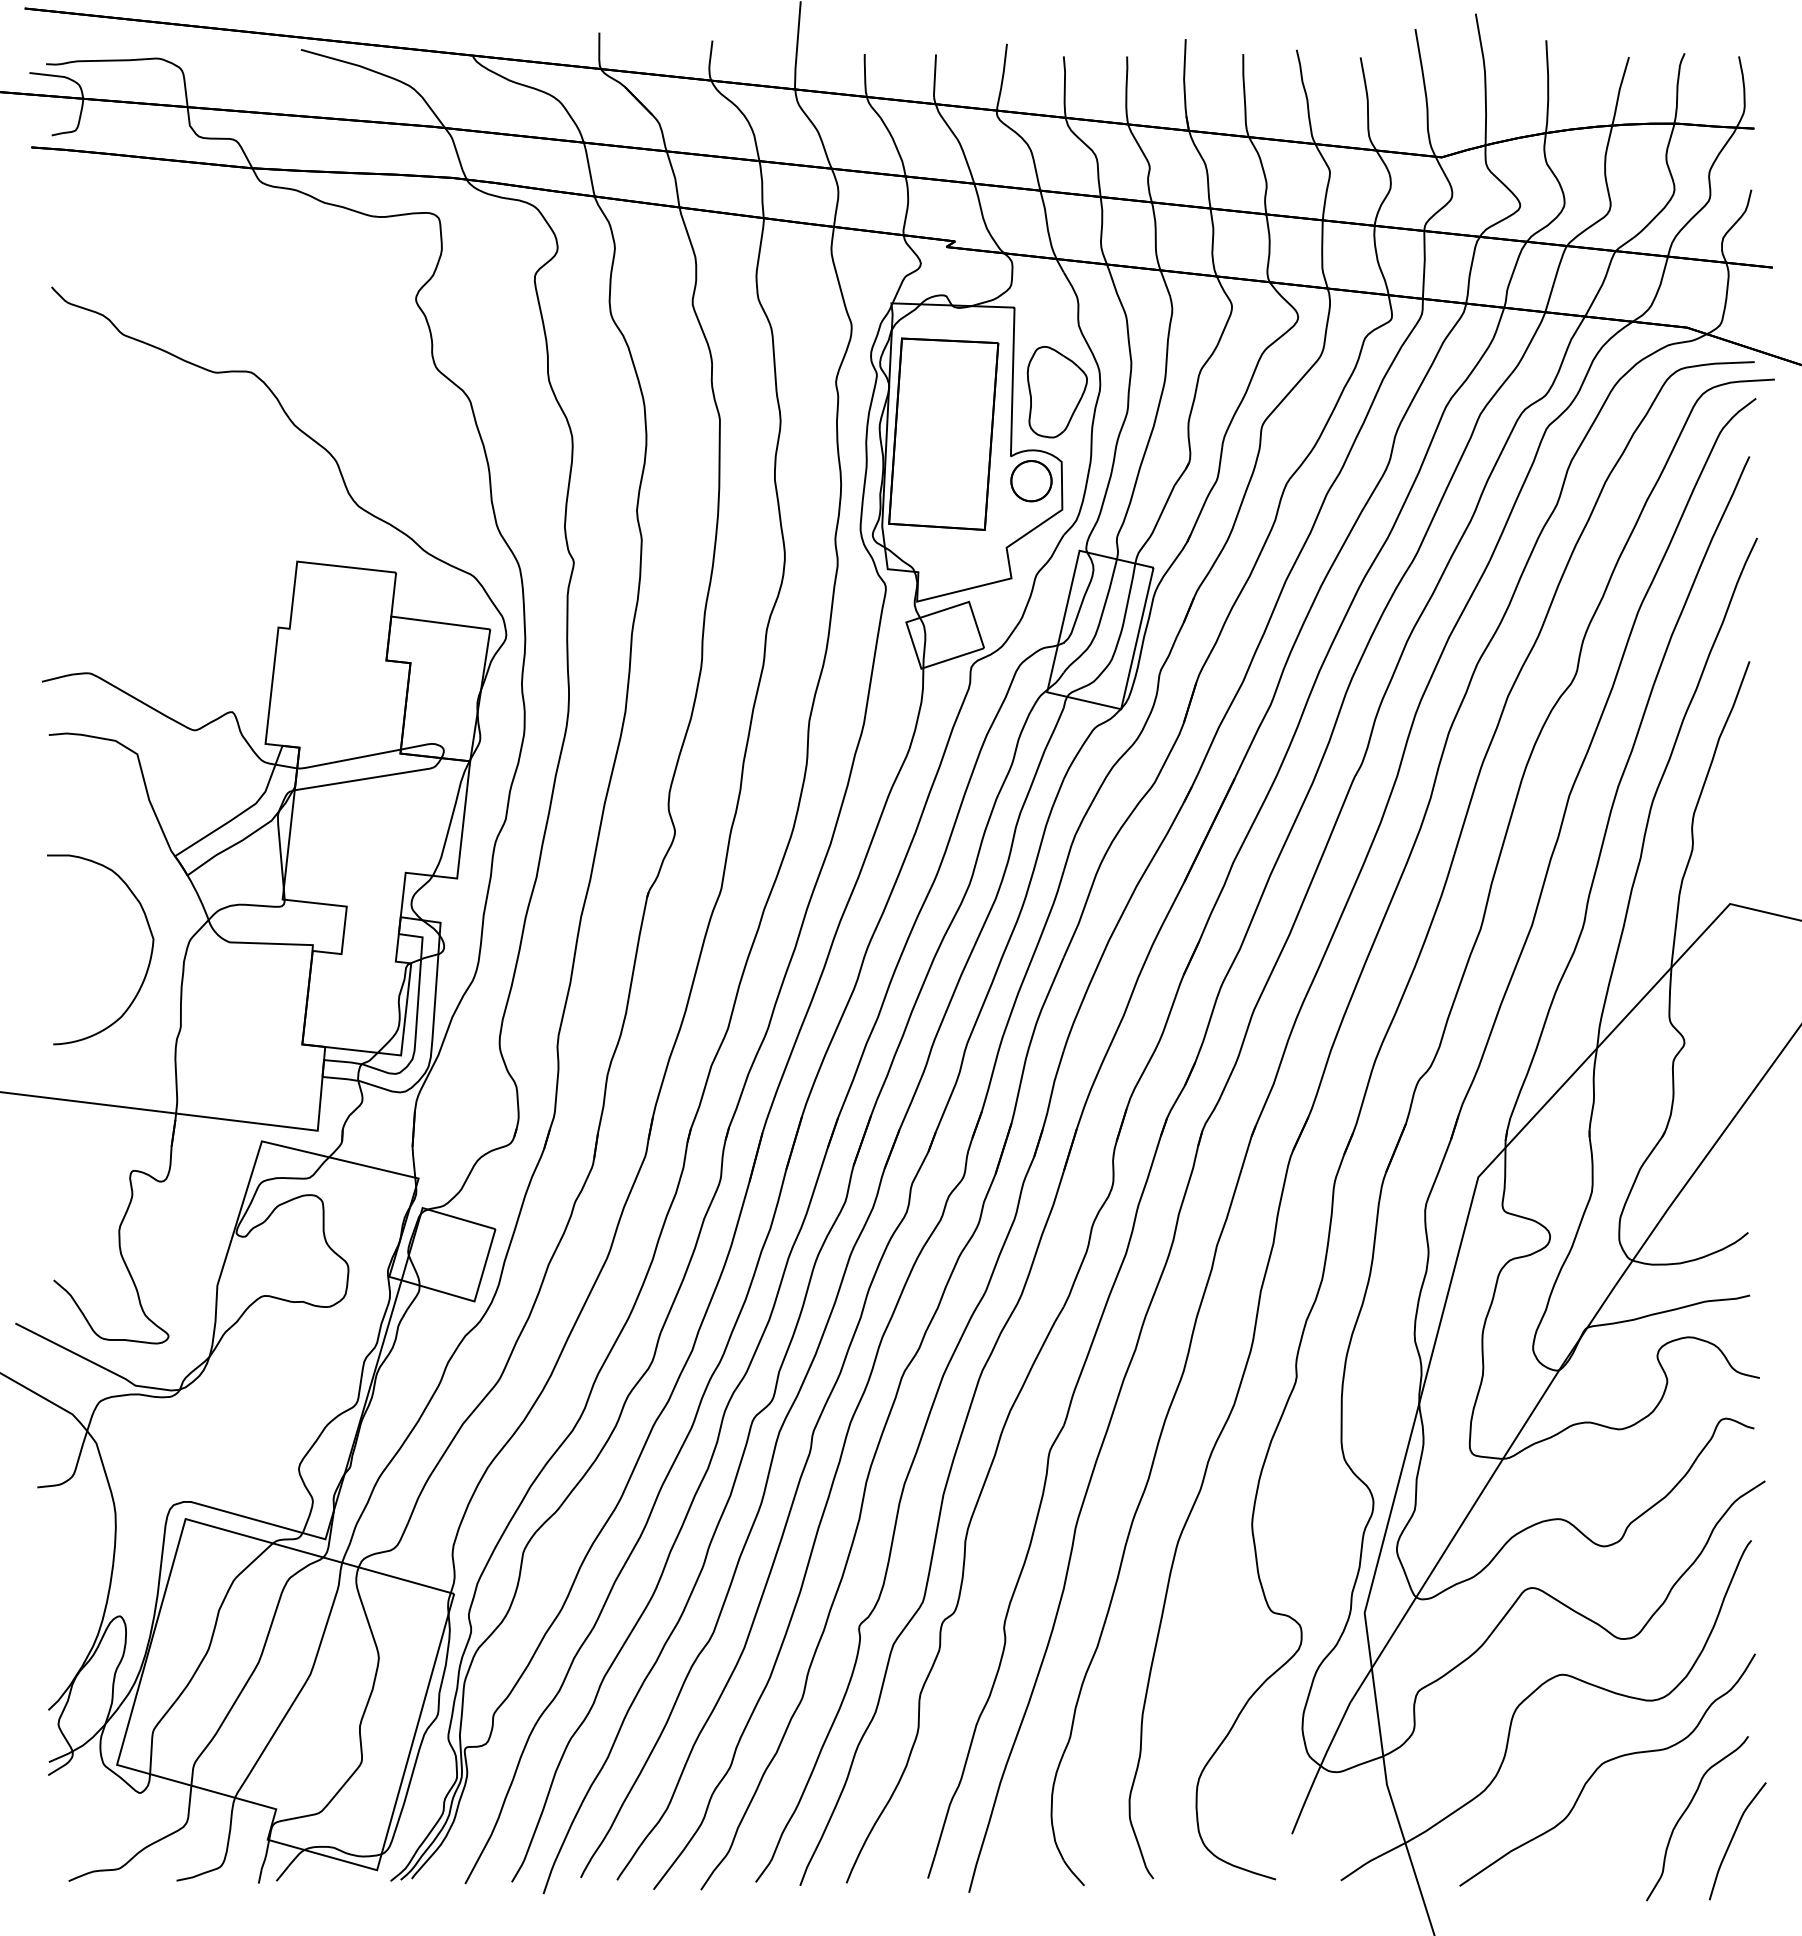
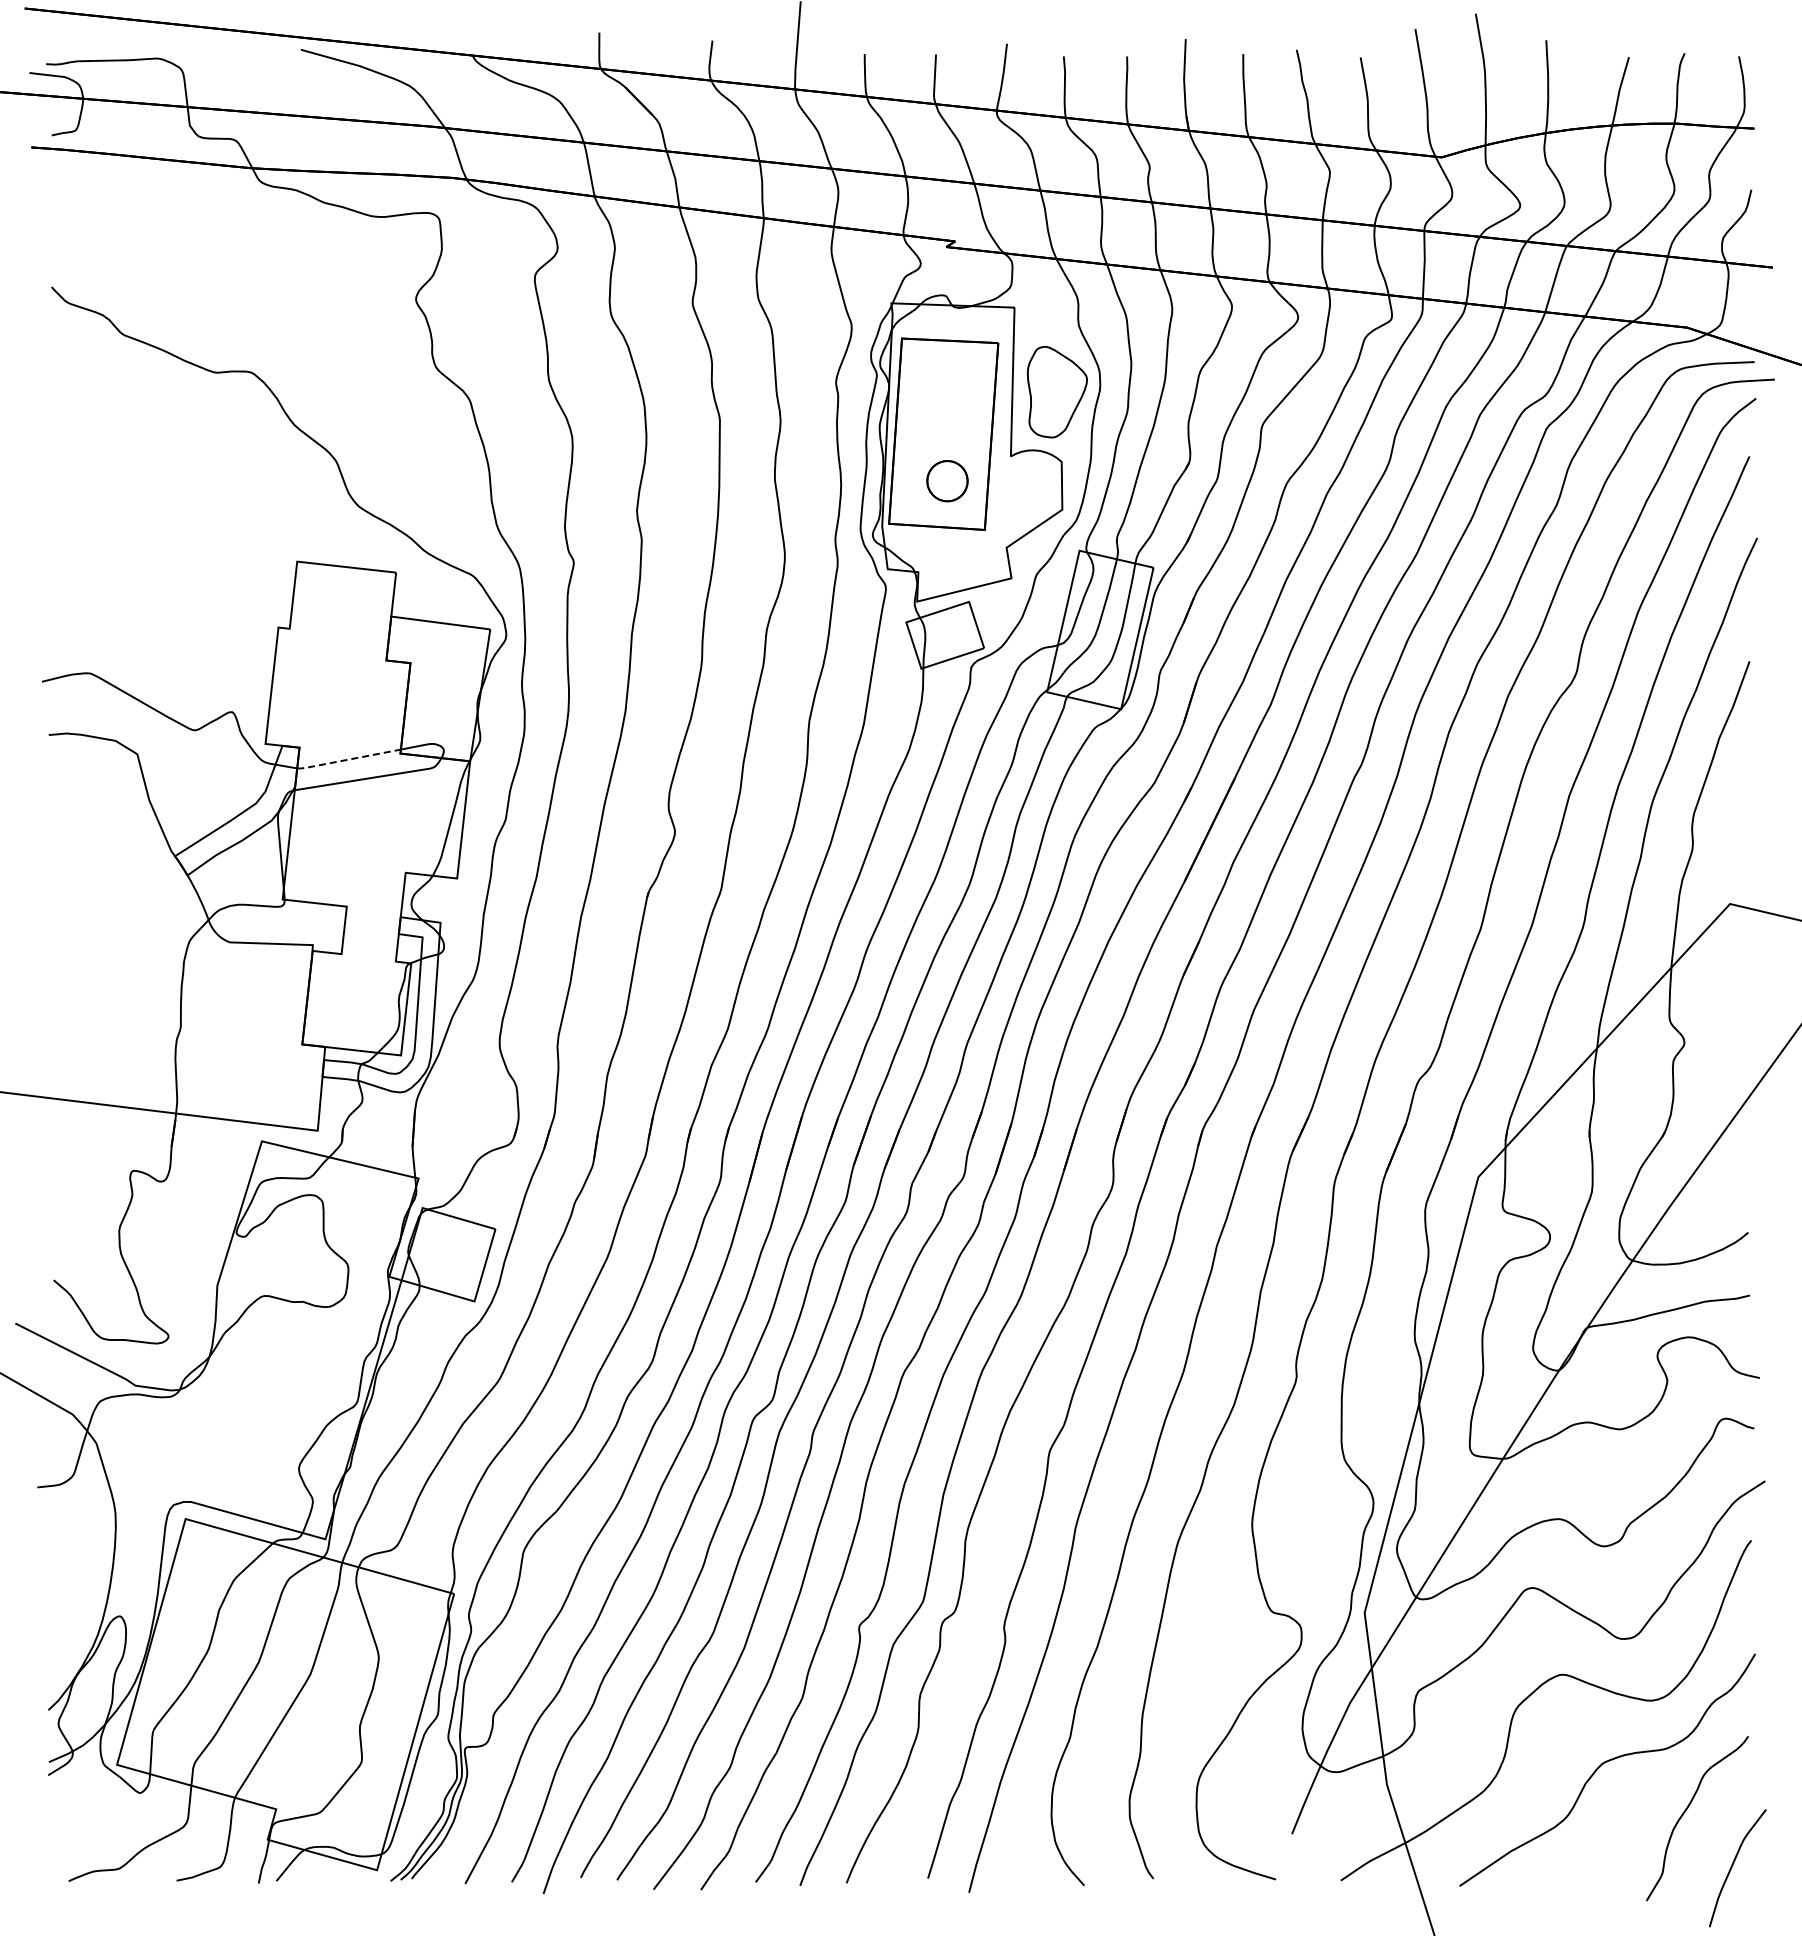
part at (1031, 481) position: (1031, 481) -> (947, 481)
line at (347, 759): solid -> dashed
curve at (148, 962): present -> none
curve at (1733, 1838) position: (1733, 1838) -> (1733, 1865)
